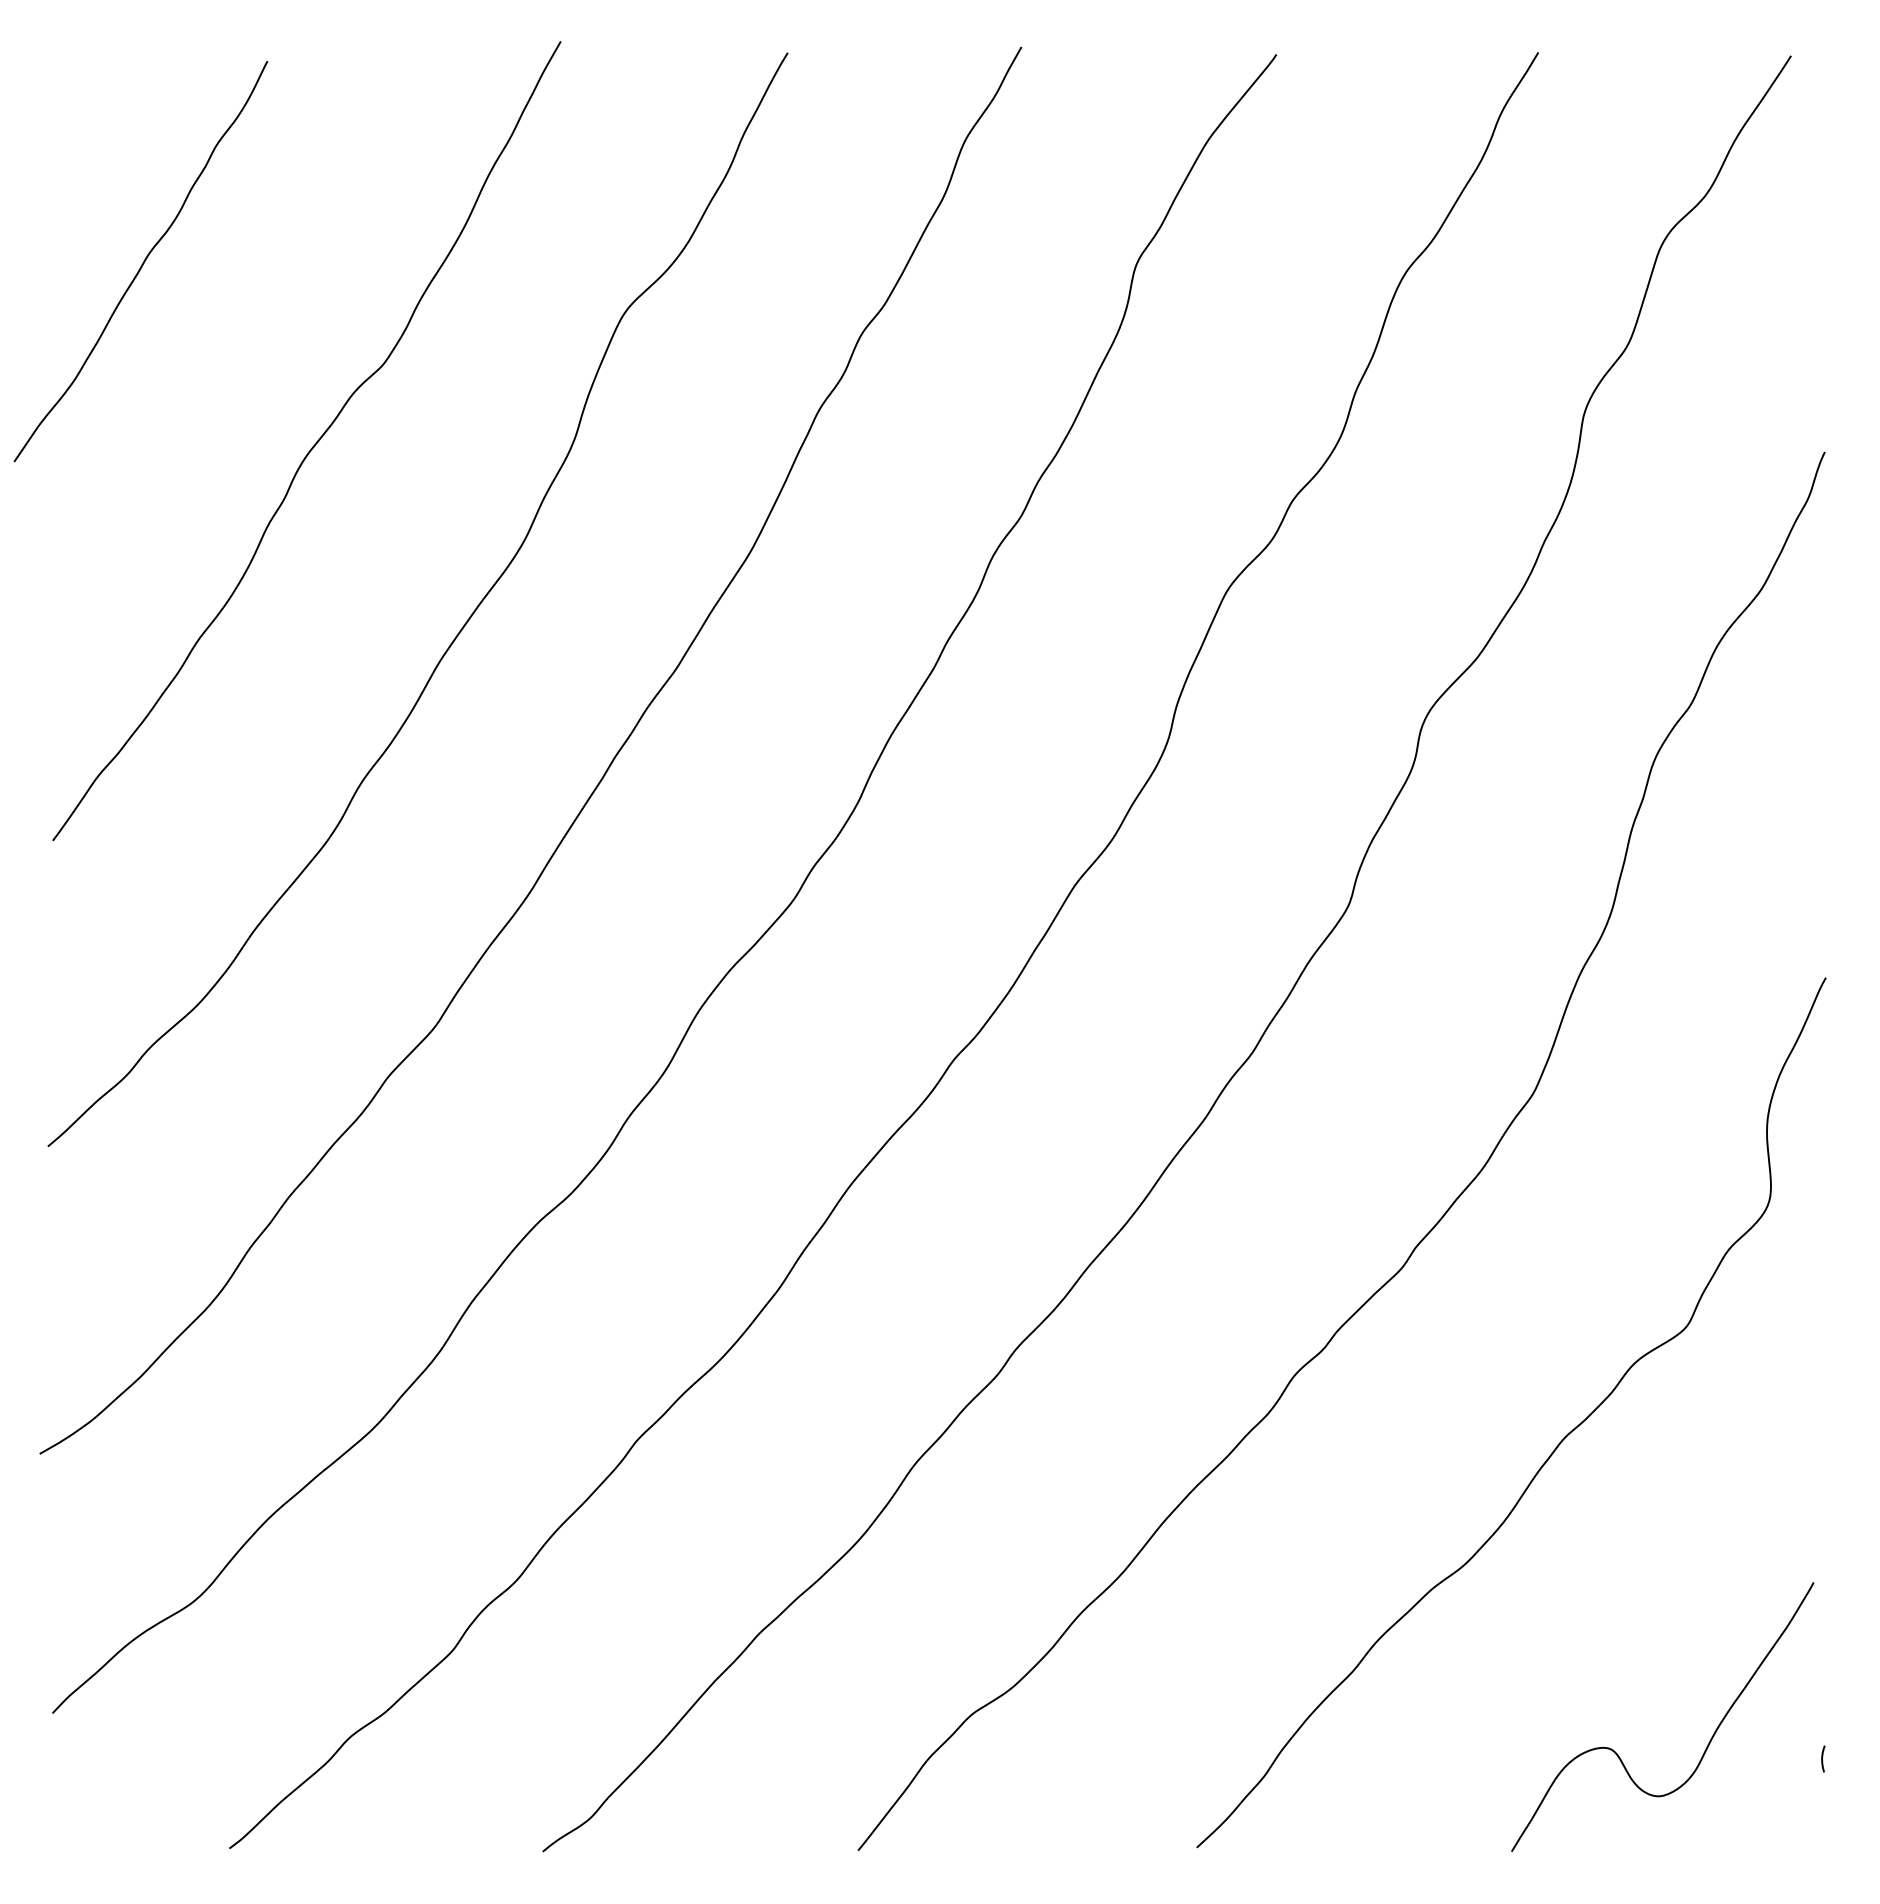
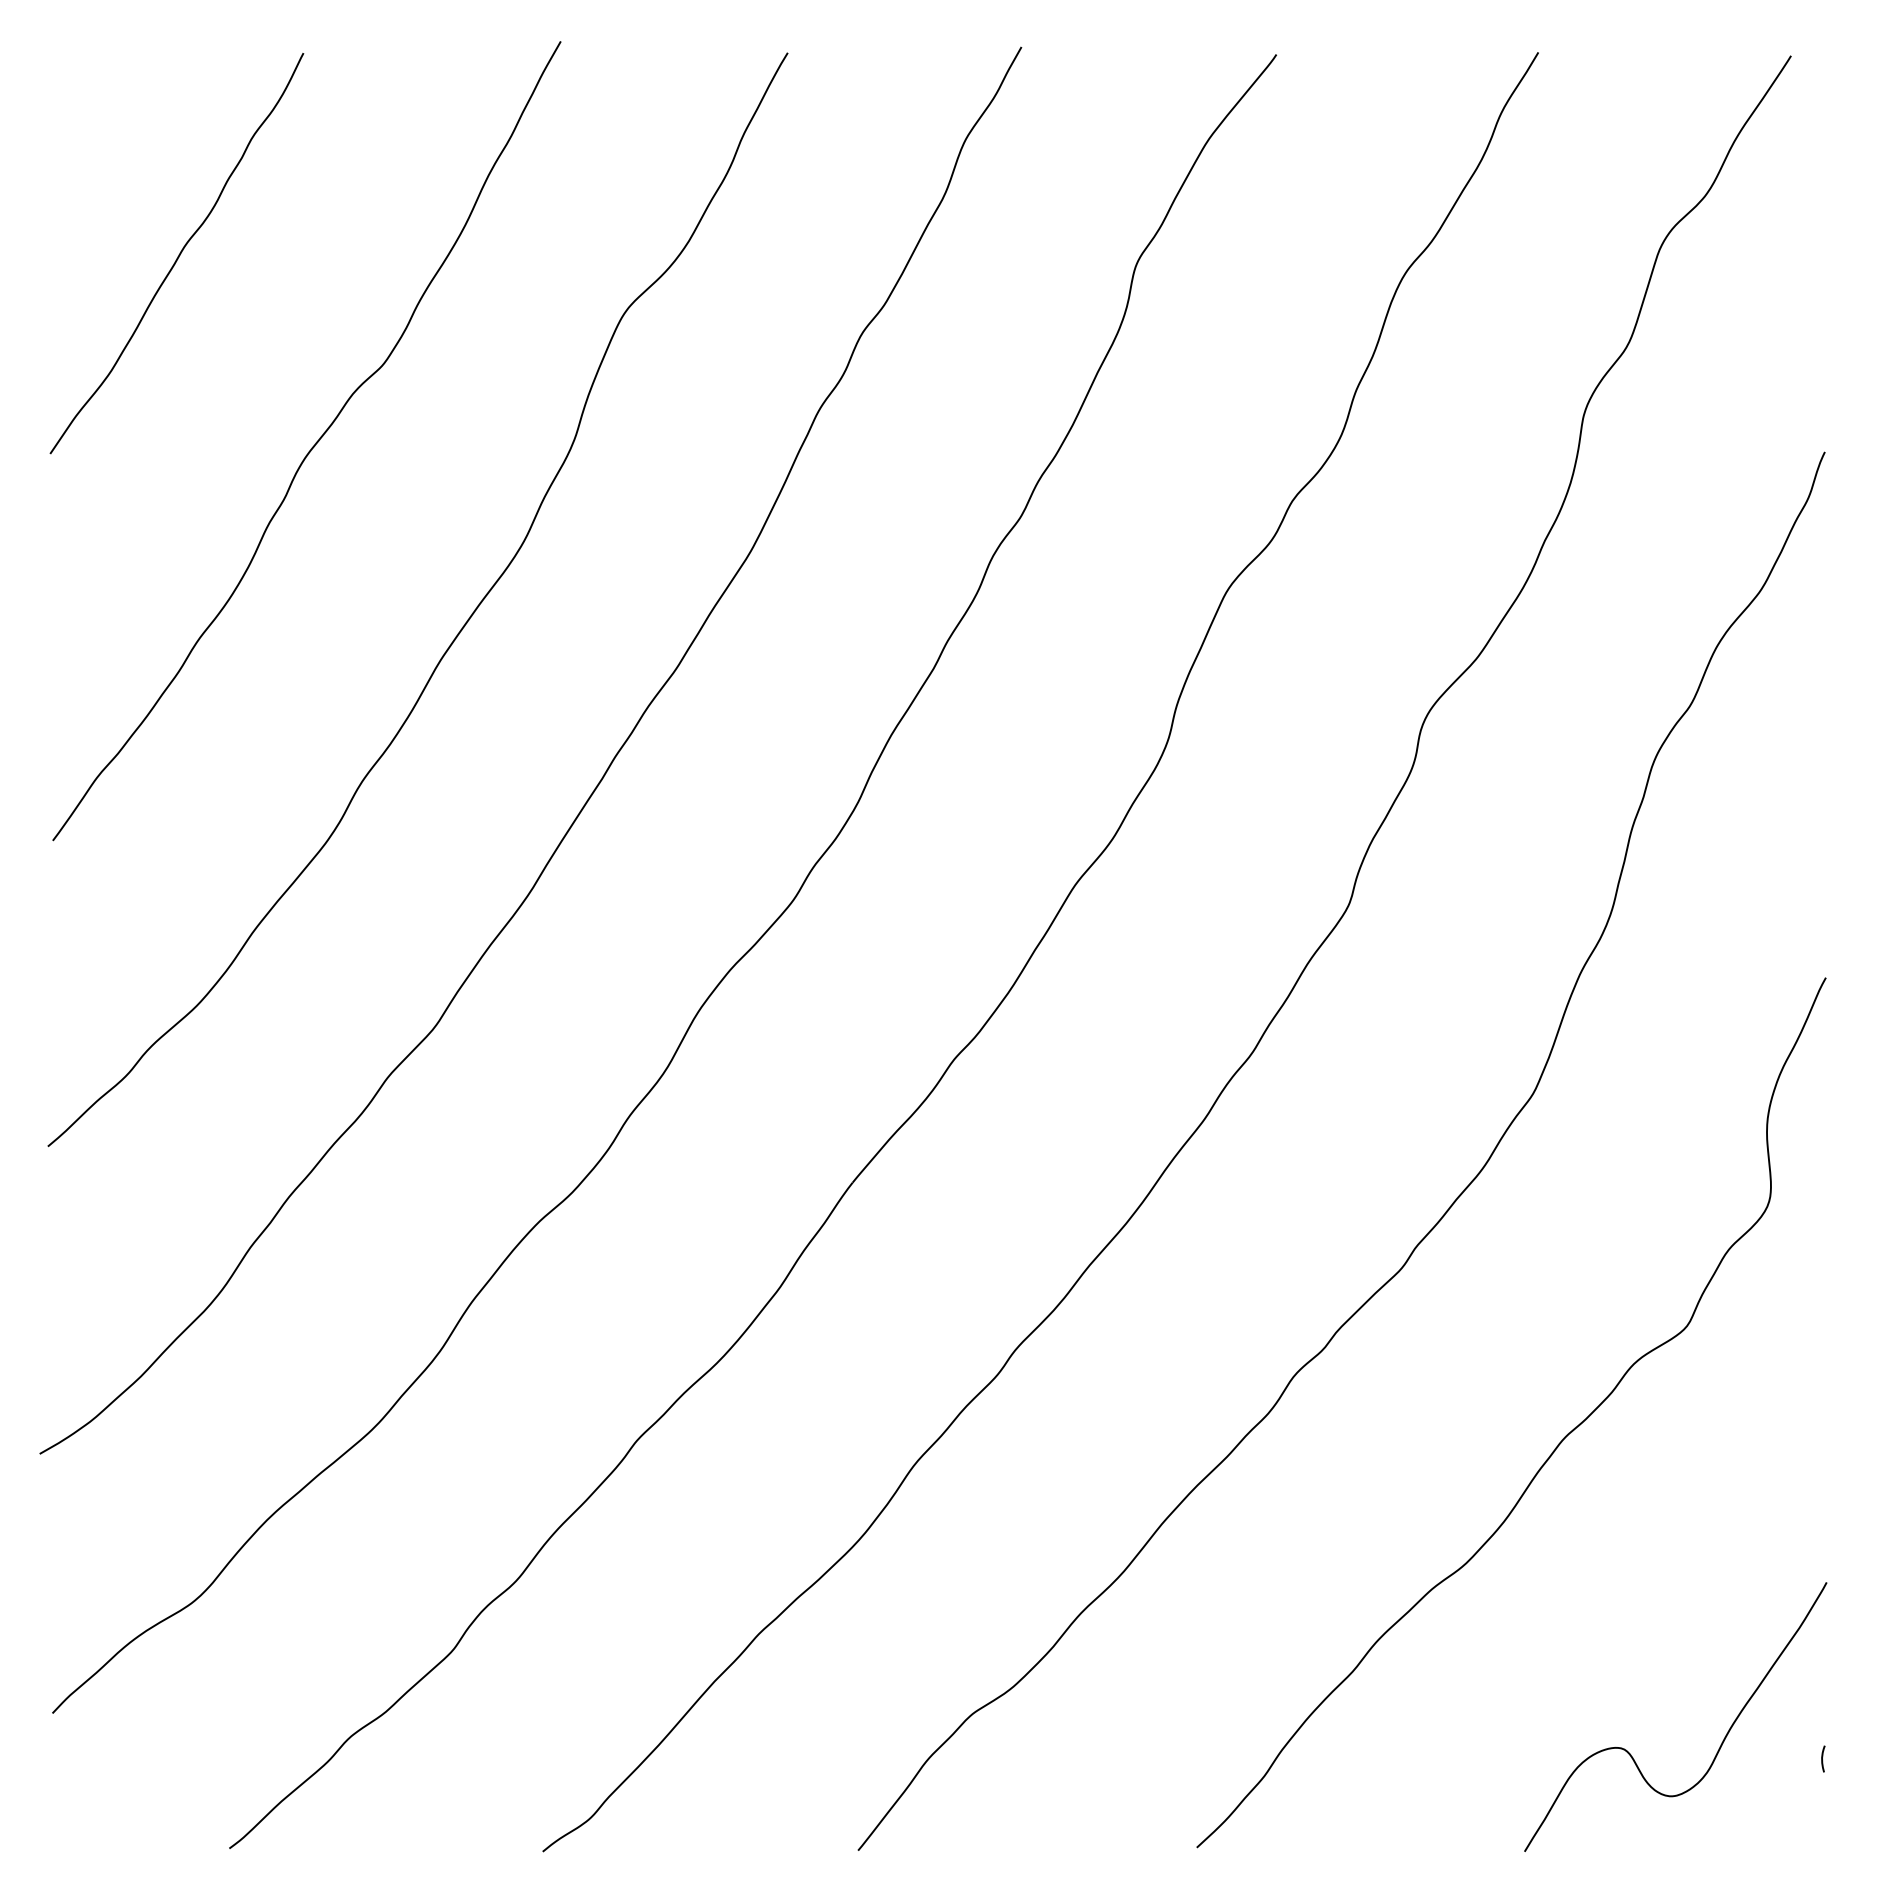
curve at (142, 262) position: (142, 262) -> (178, 254)
curve at (1709, 1740) position: (1709, 1740) -> (1722, 1740)
